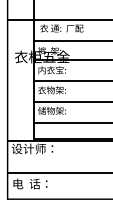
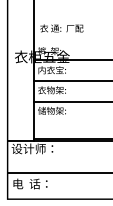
line at (58, 20): present -> none
line at (71, 40): present -> none
line at (71, 123): present -> none
